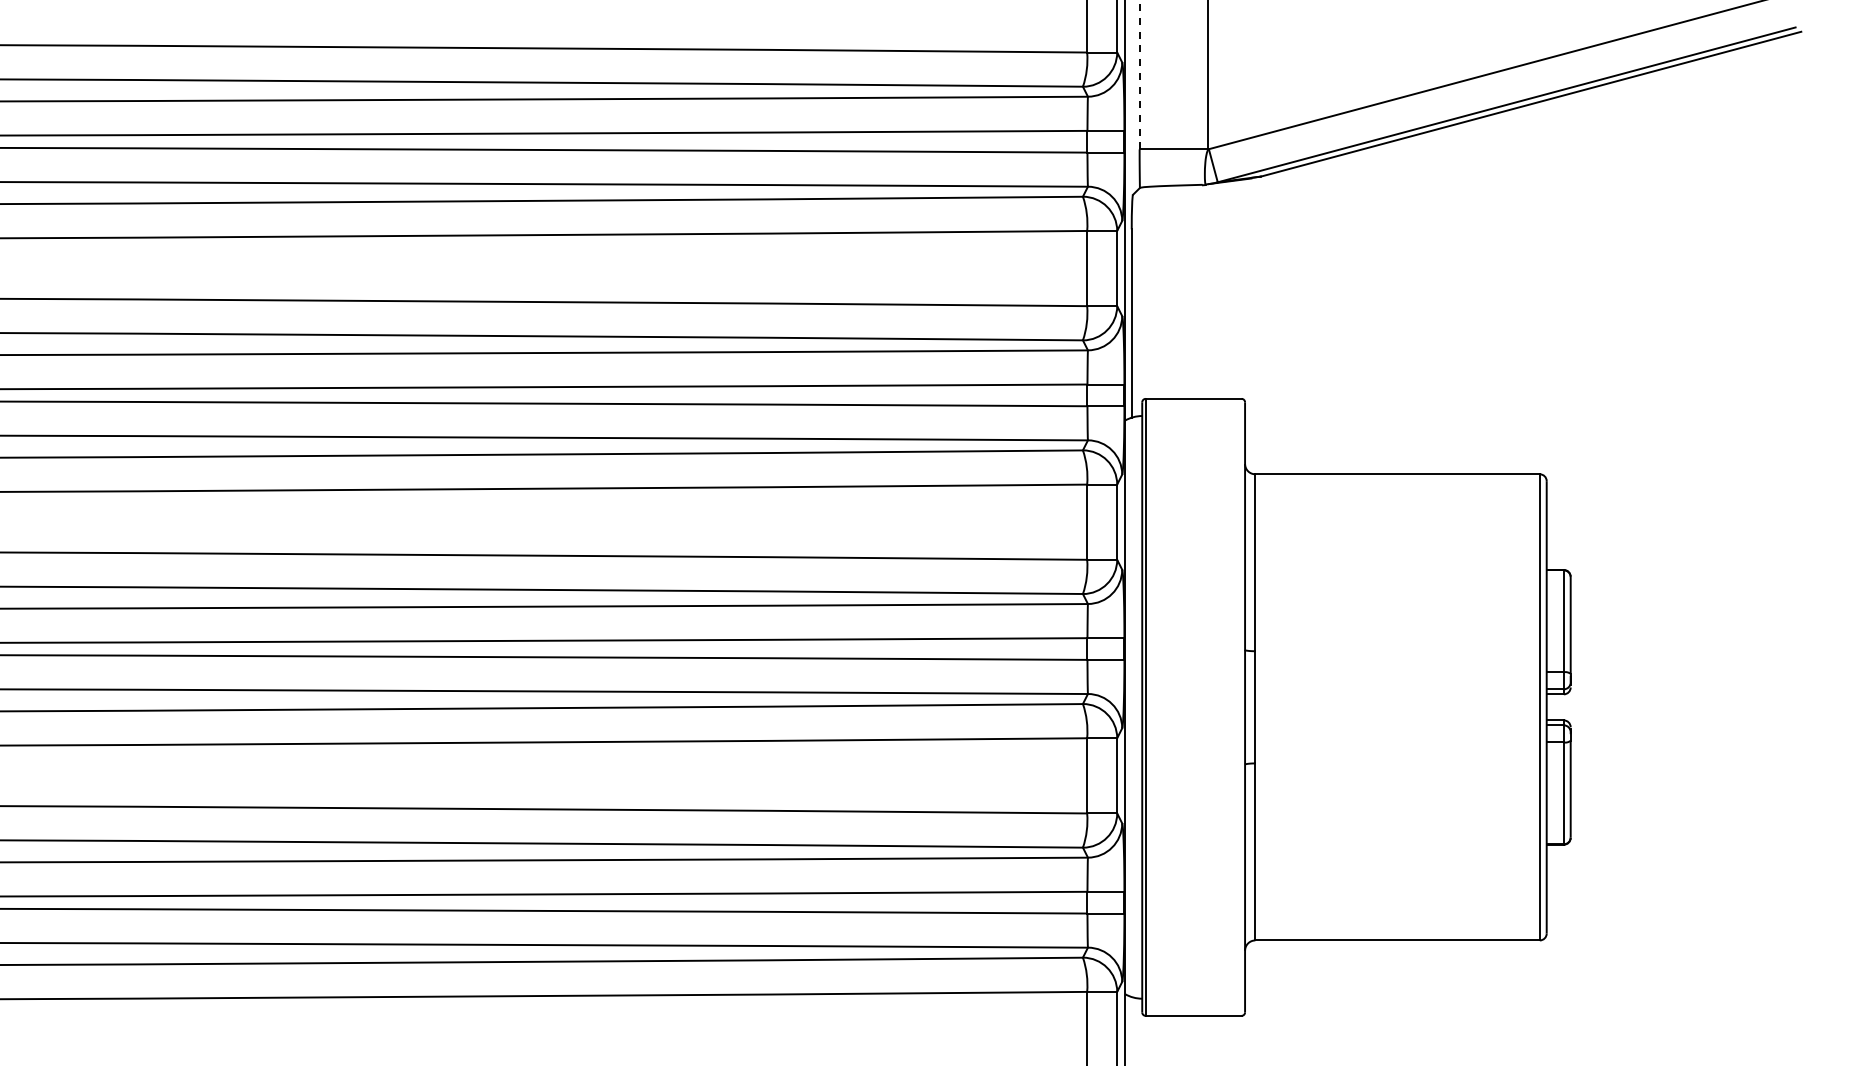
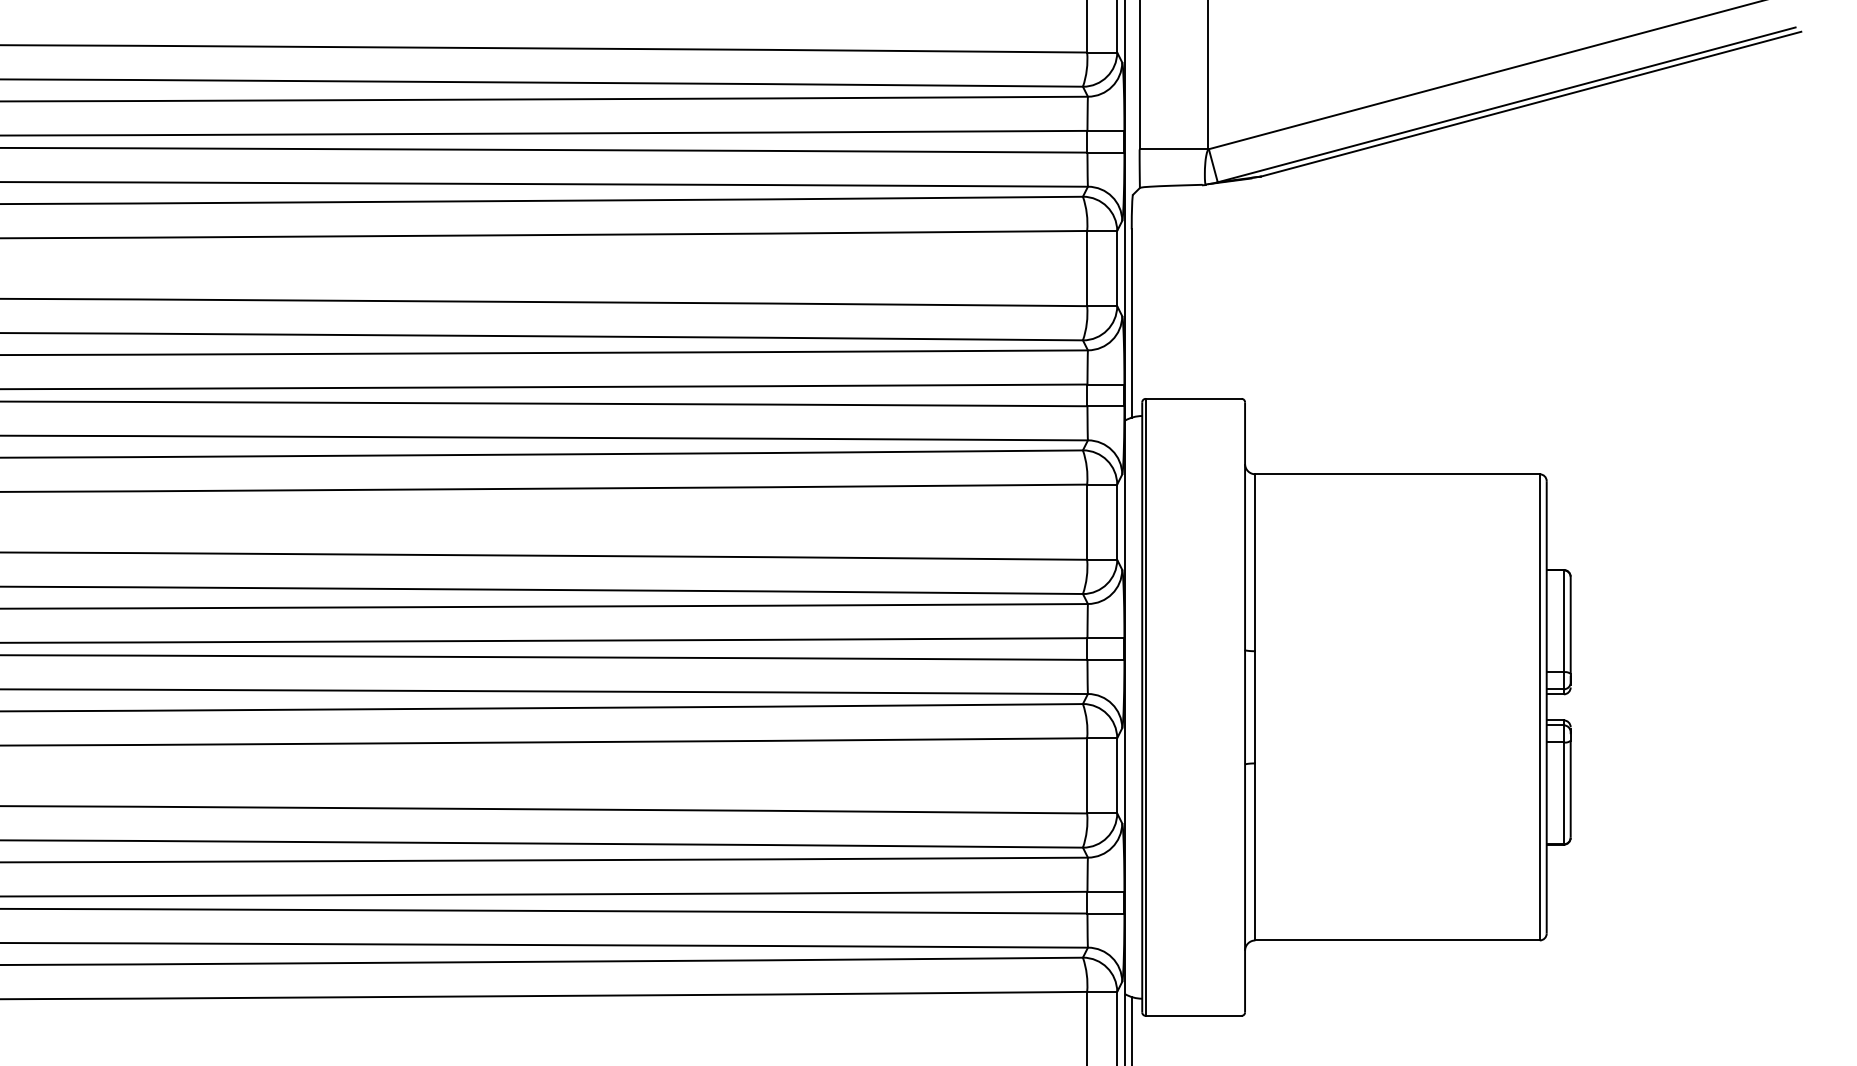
line at (1139, 74): dashed -> solid
line at (1131, 1029): none -> present
